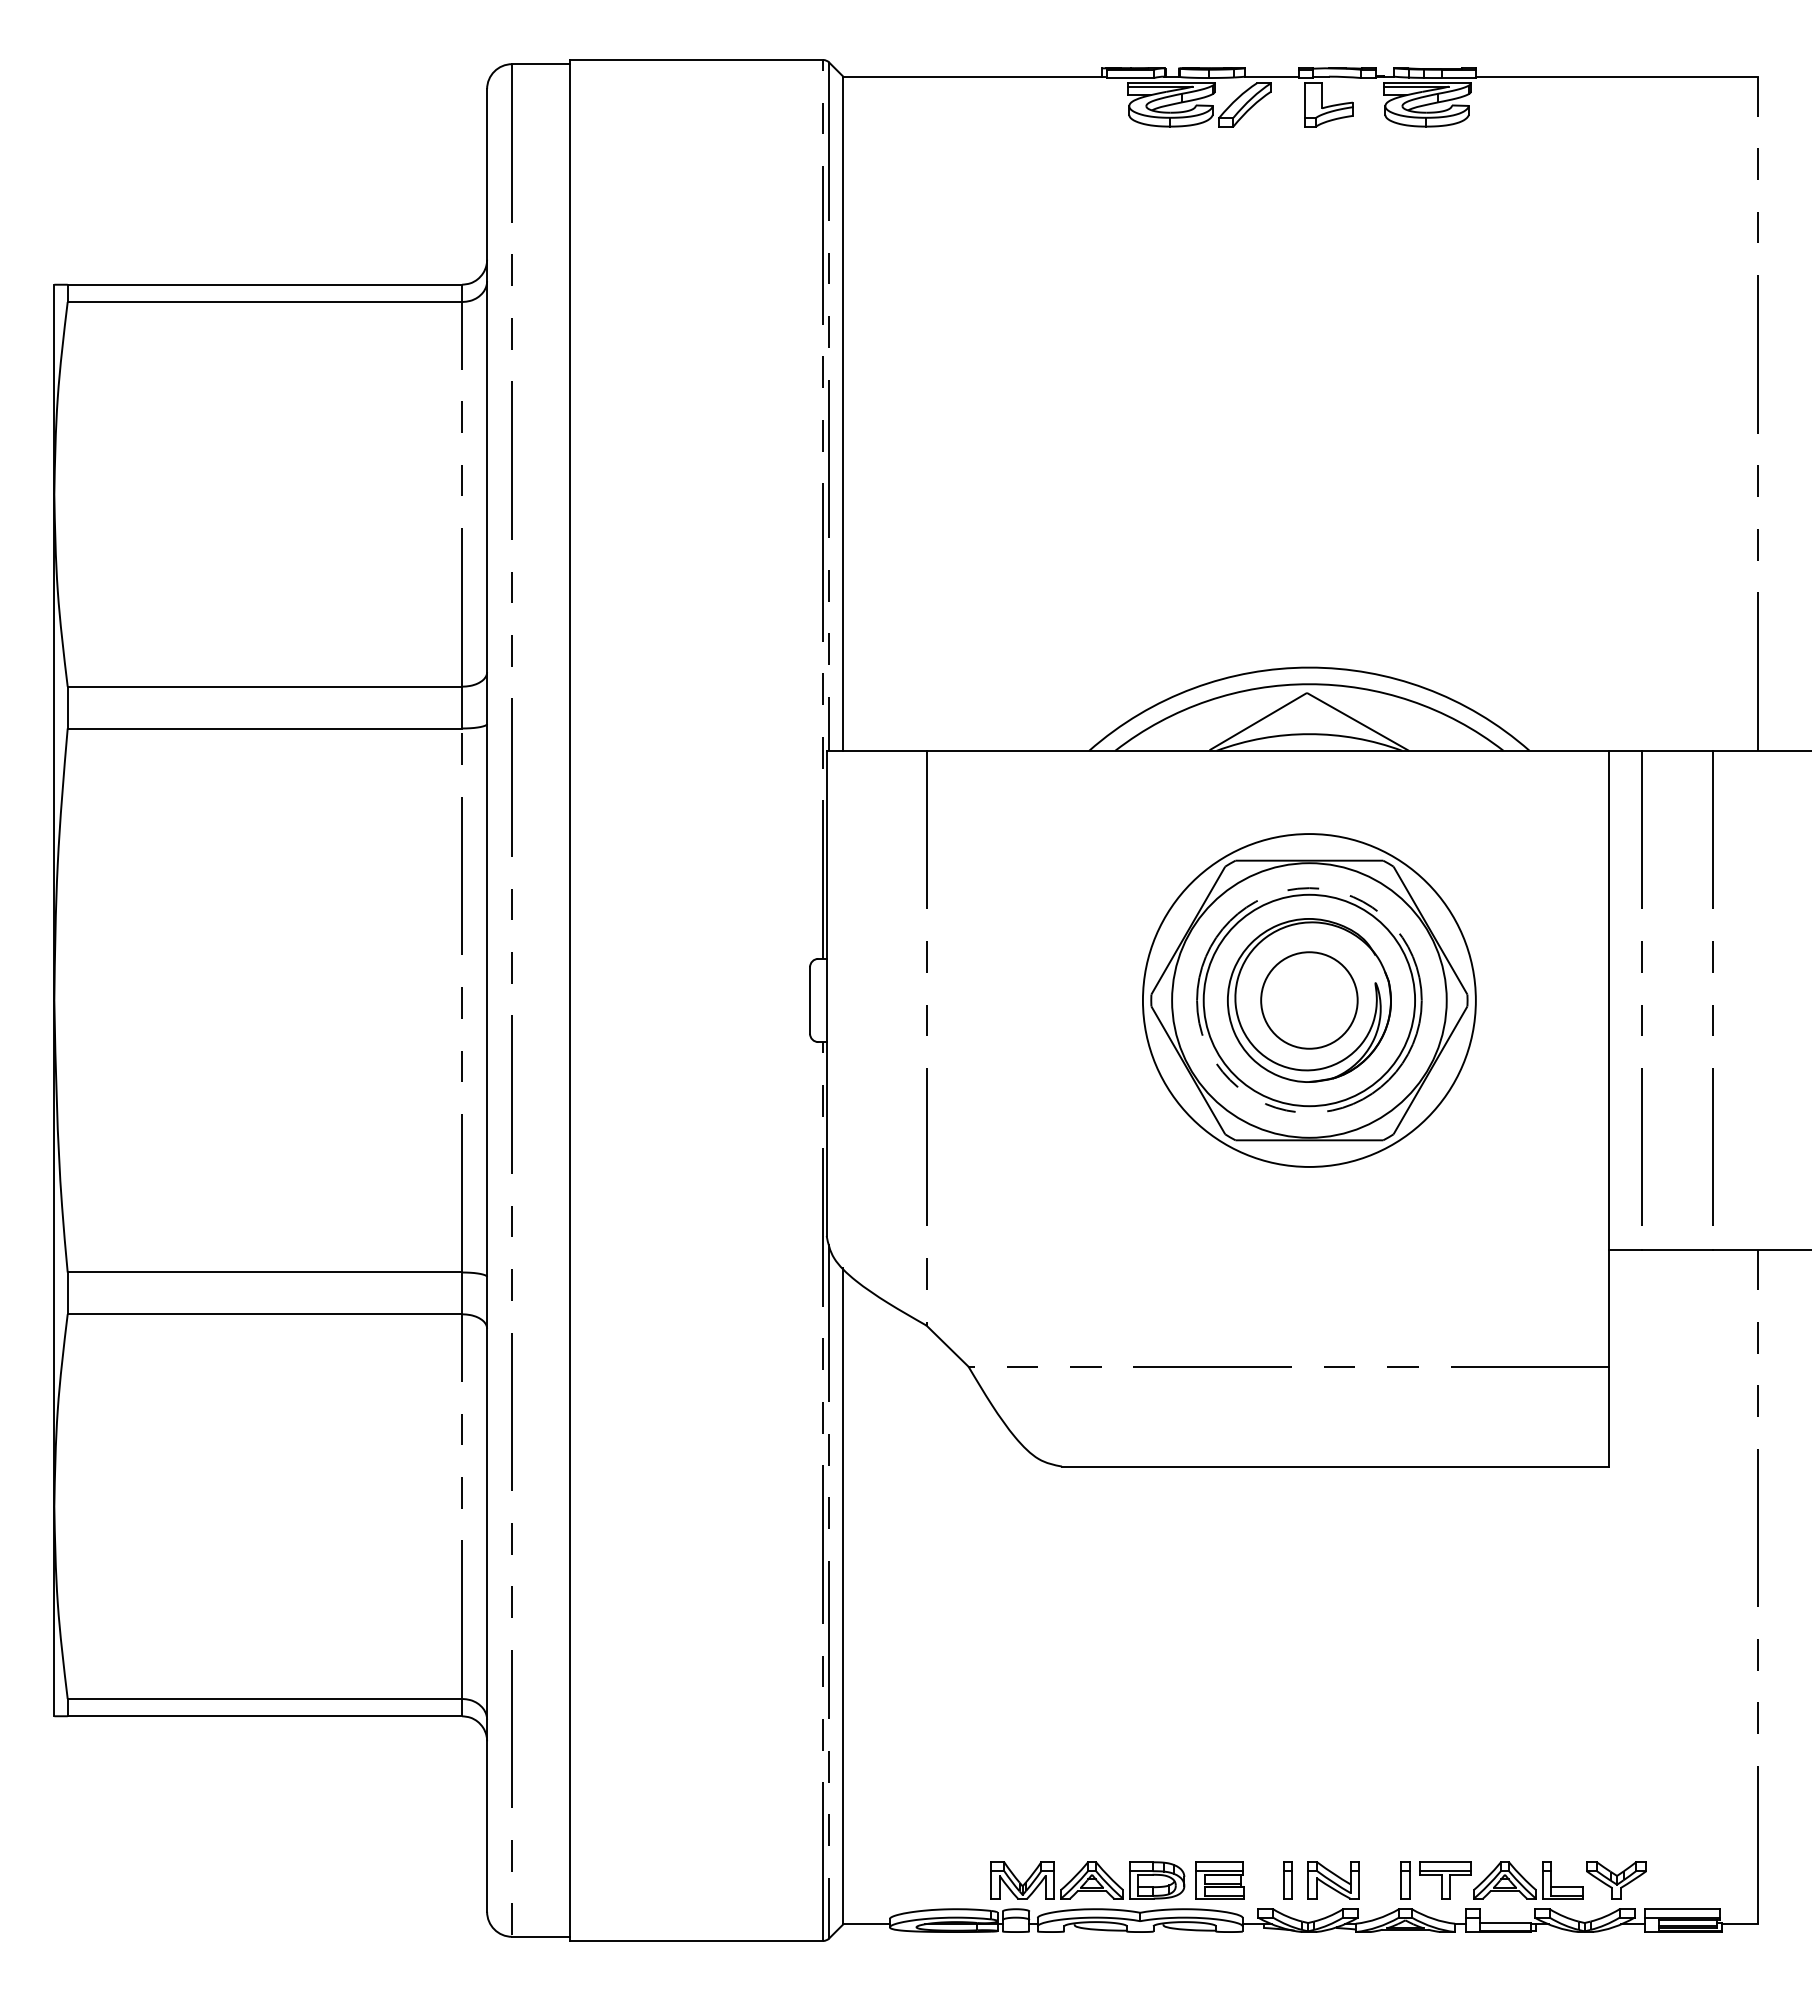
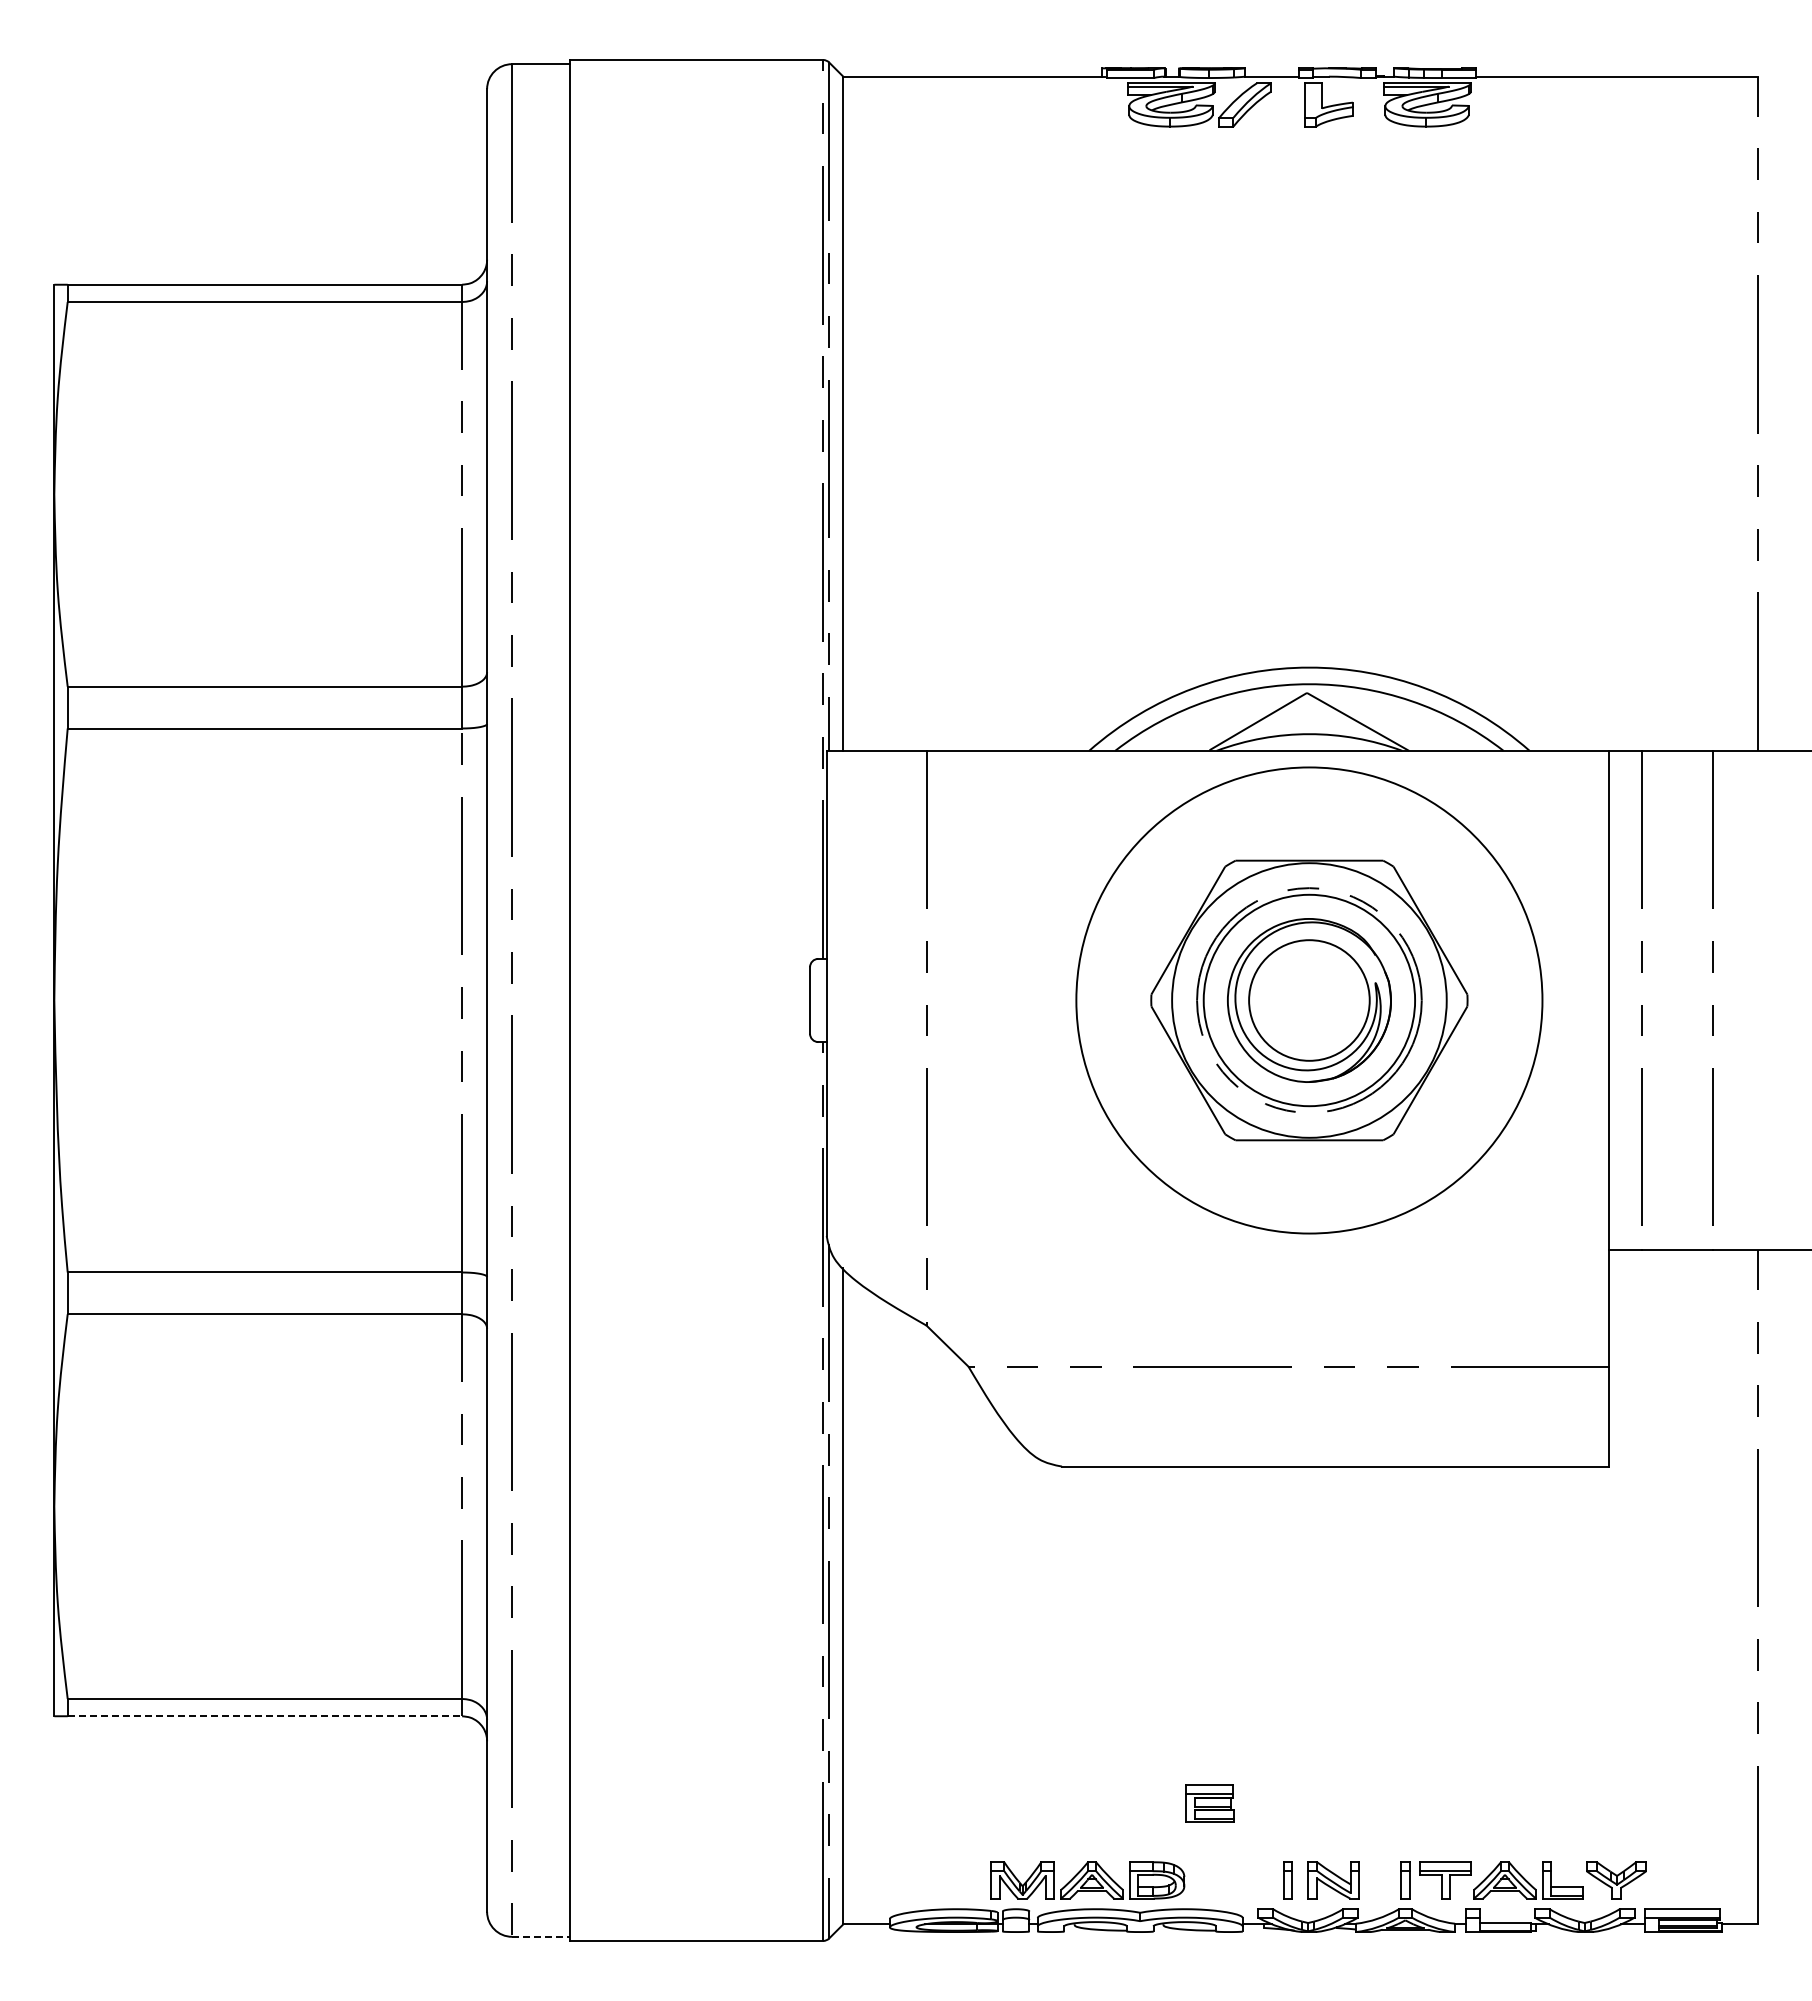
circle at (1308, 1000) diameter: 333 px -> 466 px
circle at (1309, 1000) diameter: 97 px -> 121 px
line at (265, 1716): solid -> dashed
part at (1219, 1880) position: (1219, 1880) -> (1209, 1803)
line at (541, 1936): solid -> dashed
